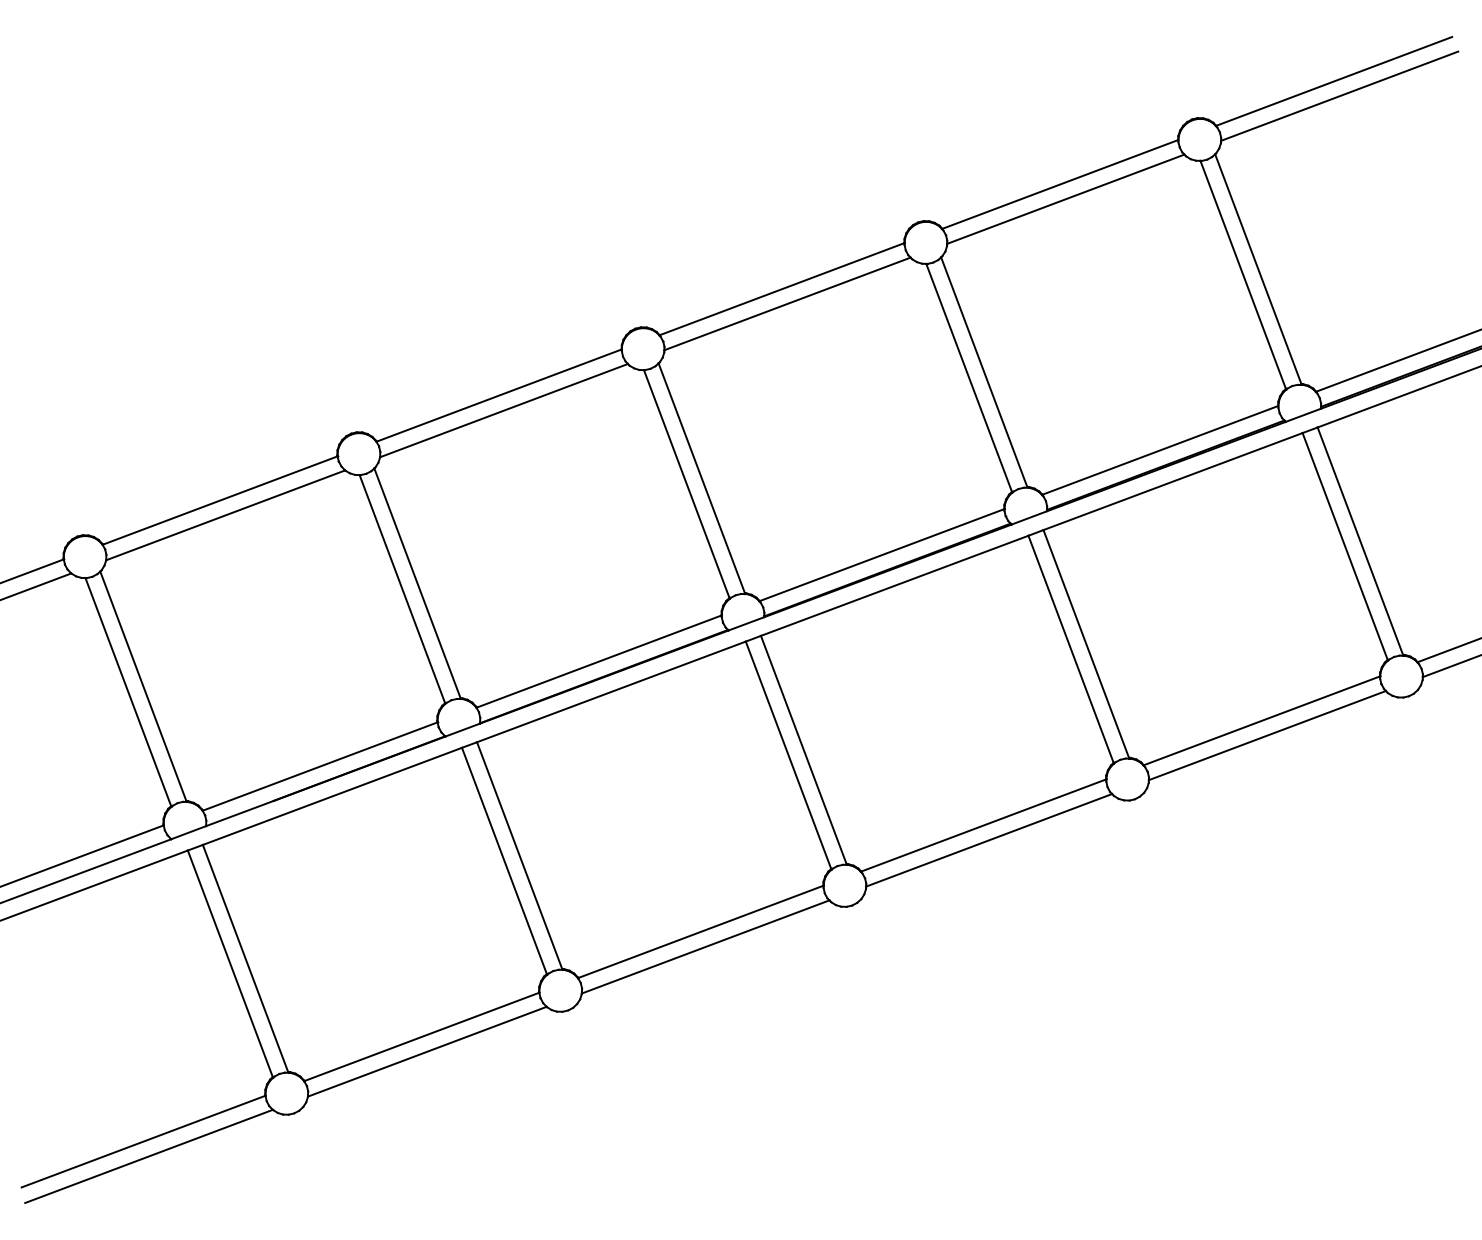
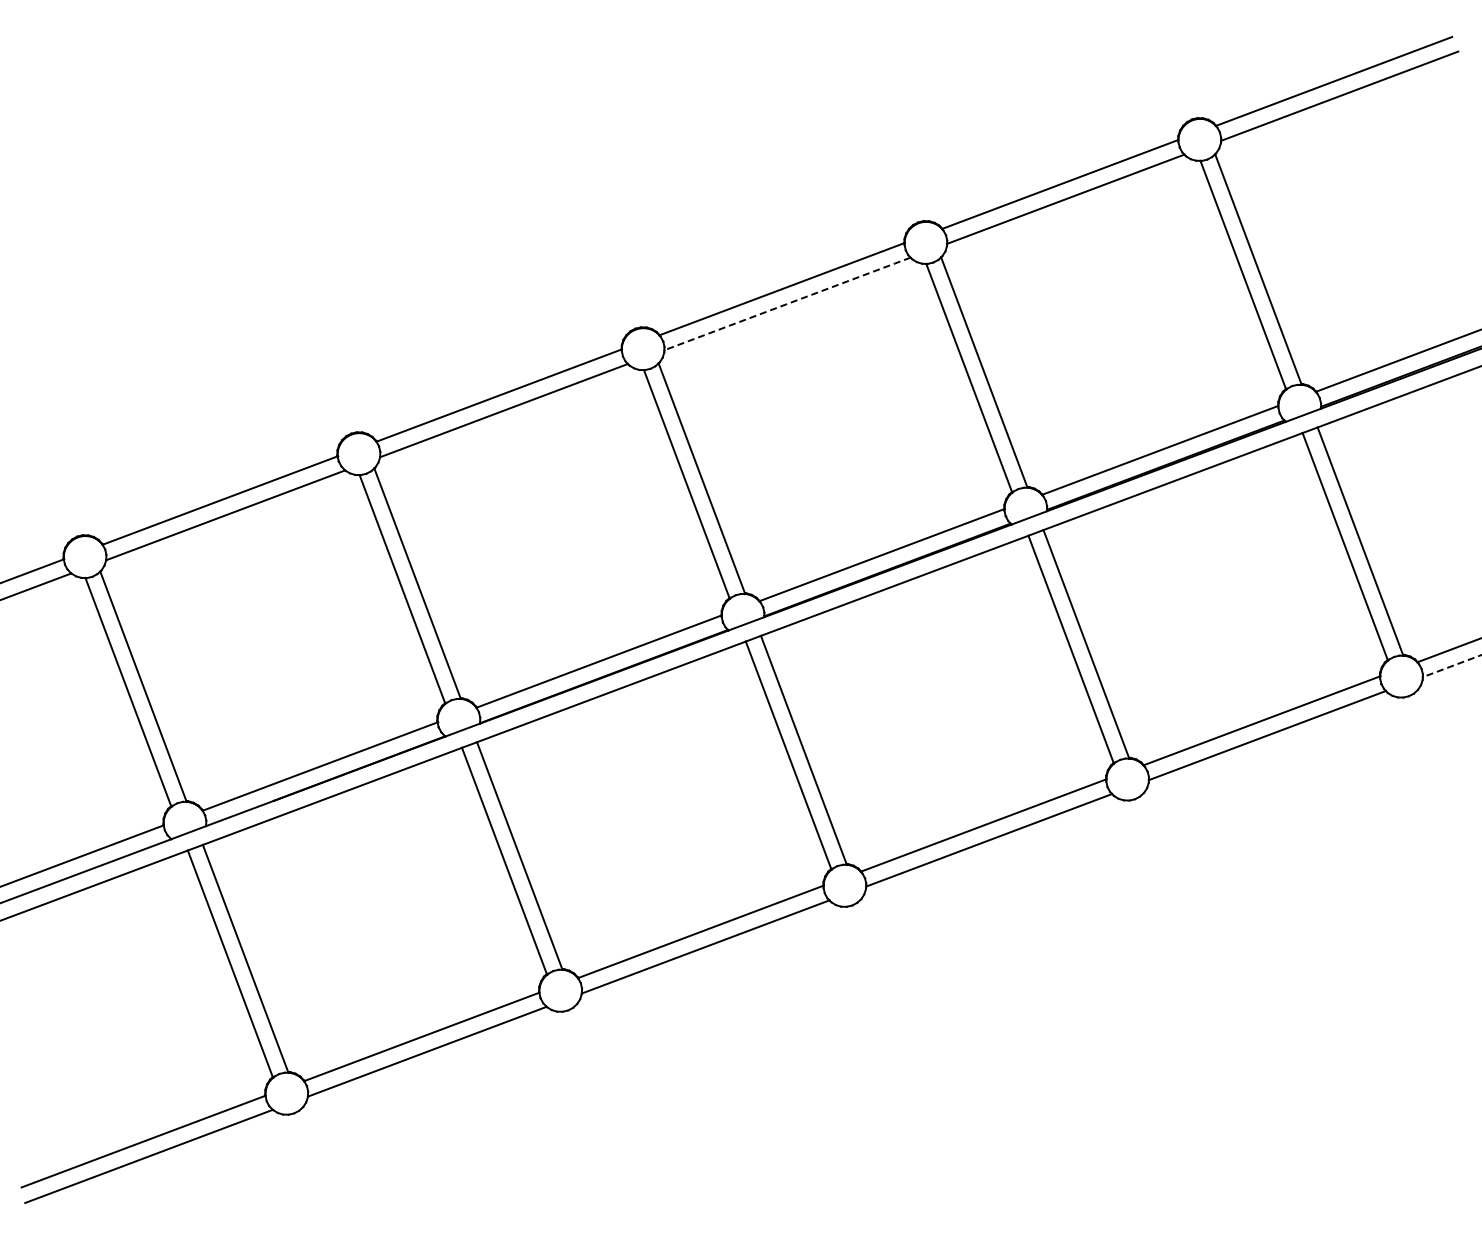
line at (787, 303): solid -> dashed
line at (1451, 666): solid -> dashed
